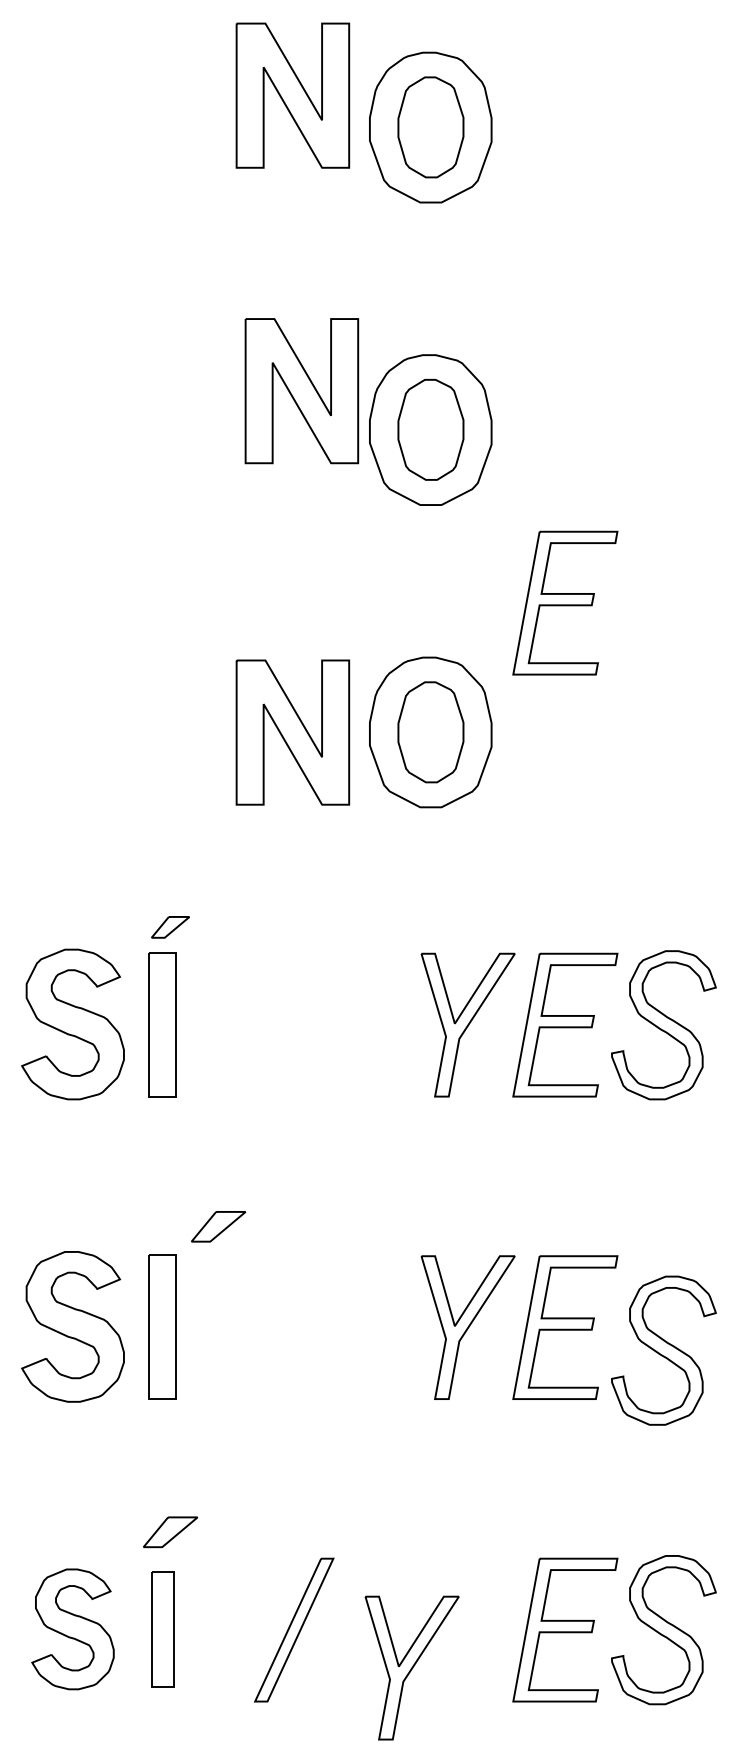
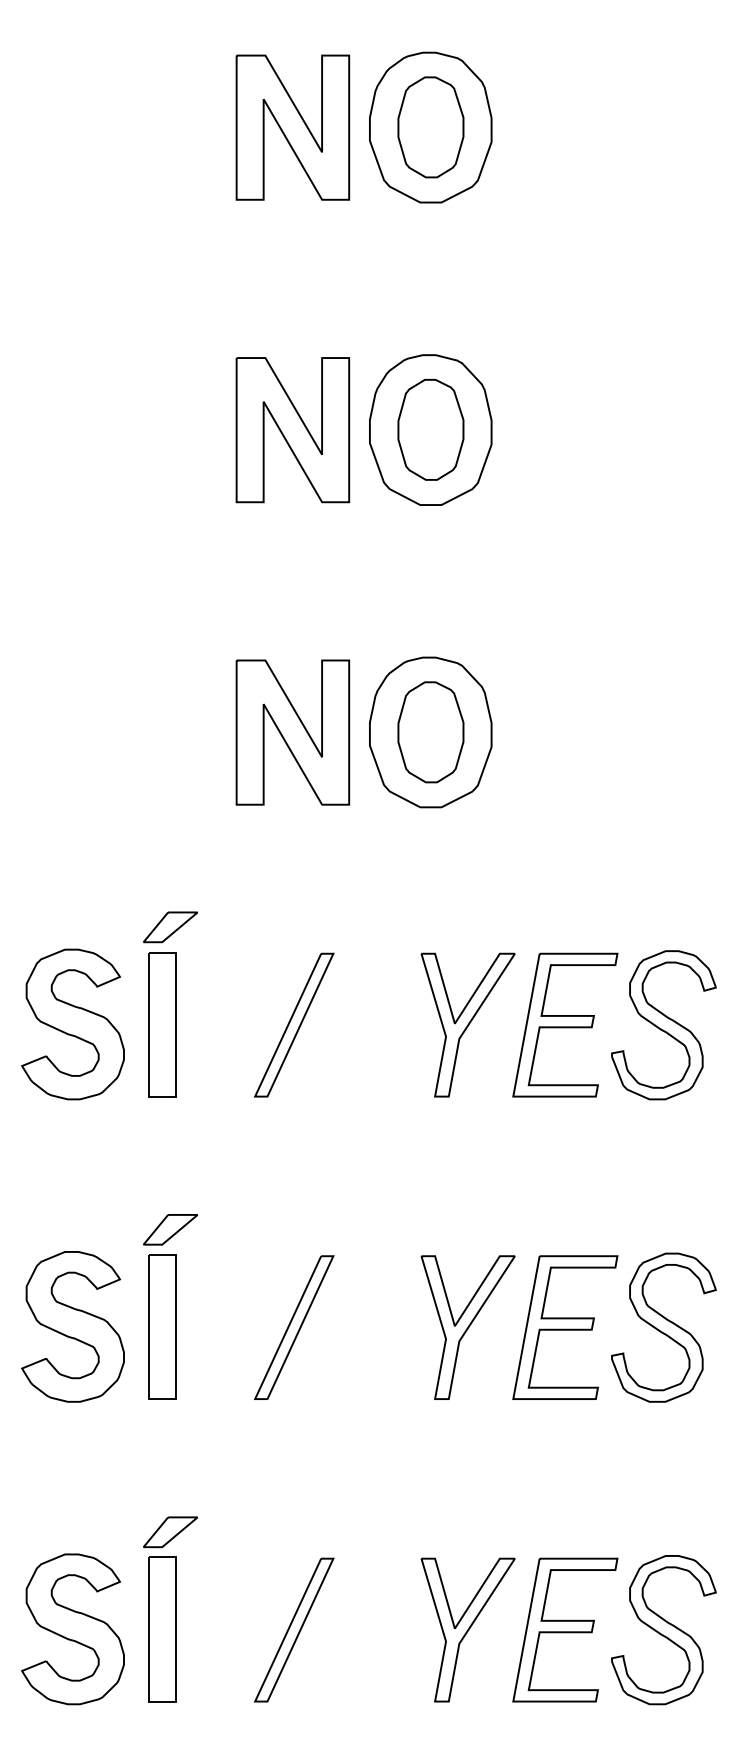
part at (292, 95) position: (292, 95) -> (292, 127)
part at (301, 391) position: (301, 391) -> (292, 430)
part at (565, 602): present -> none
part at (170, 927) size: 39x23 px -> 55x33 px
part at (294, 1024): none -> present
part at (218, 1226) position: (218, 1226) -> (170, 1229)
part at (294, 1327): none -> present
part at (663, 1350) position: (663, 1350) -> (663, 1327)
part at (72, 1629) size: 84x123 px -> 104x153 px
part at (162, 1629) size: 24x117 px -> 29x147 px
part at (411, 1667) position: (411, 1667) -> (467, 1629)
